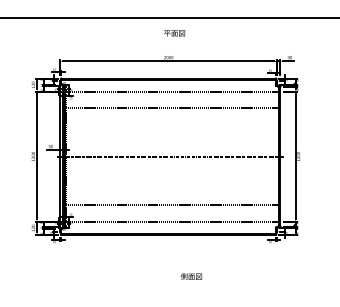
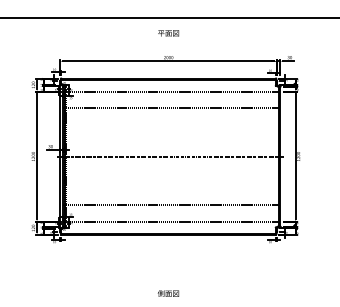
text at (174, 33) position: (174, 33) -> (168, 33)
text at (191, 276) position: (191, 276) -> (168, 293)
